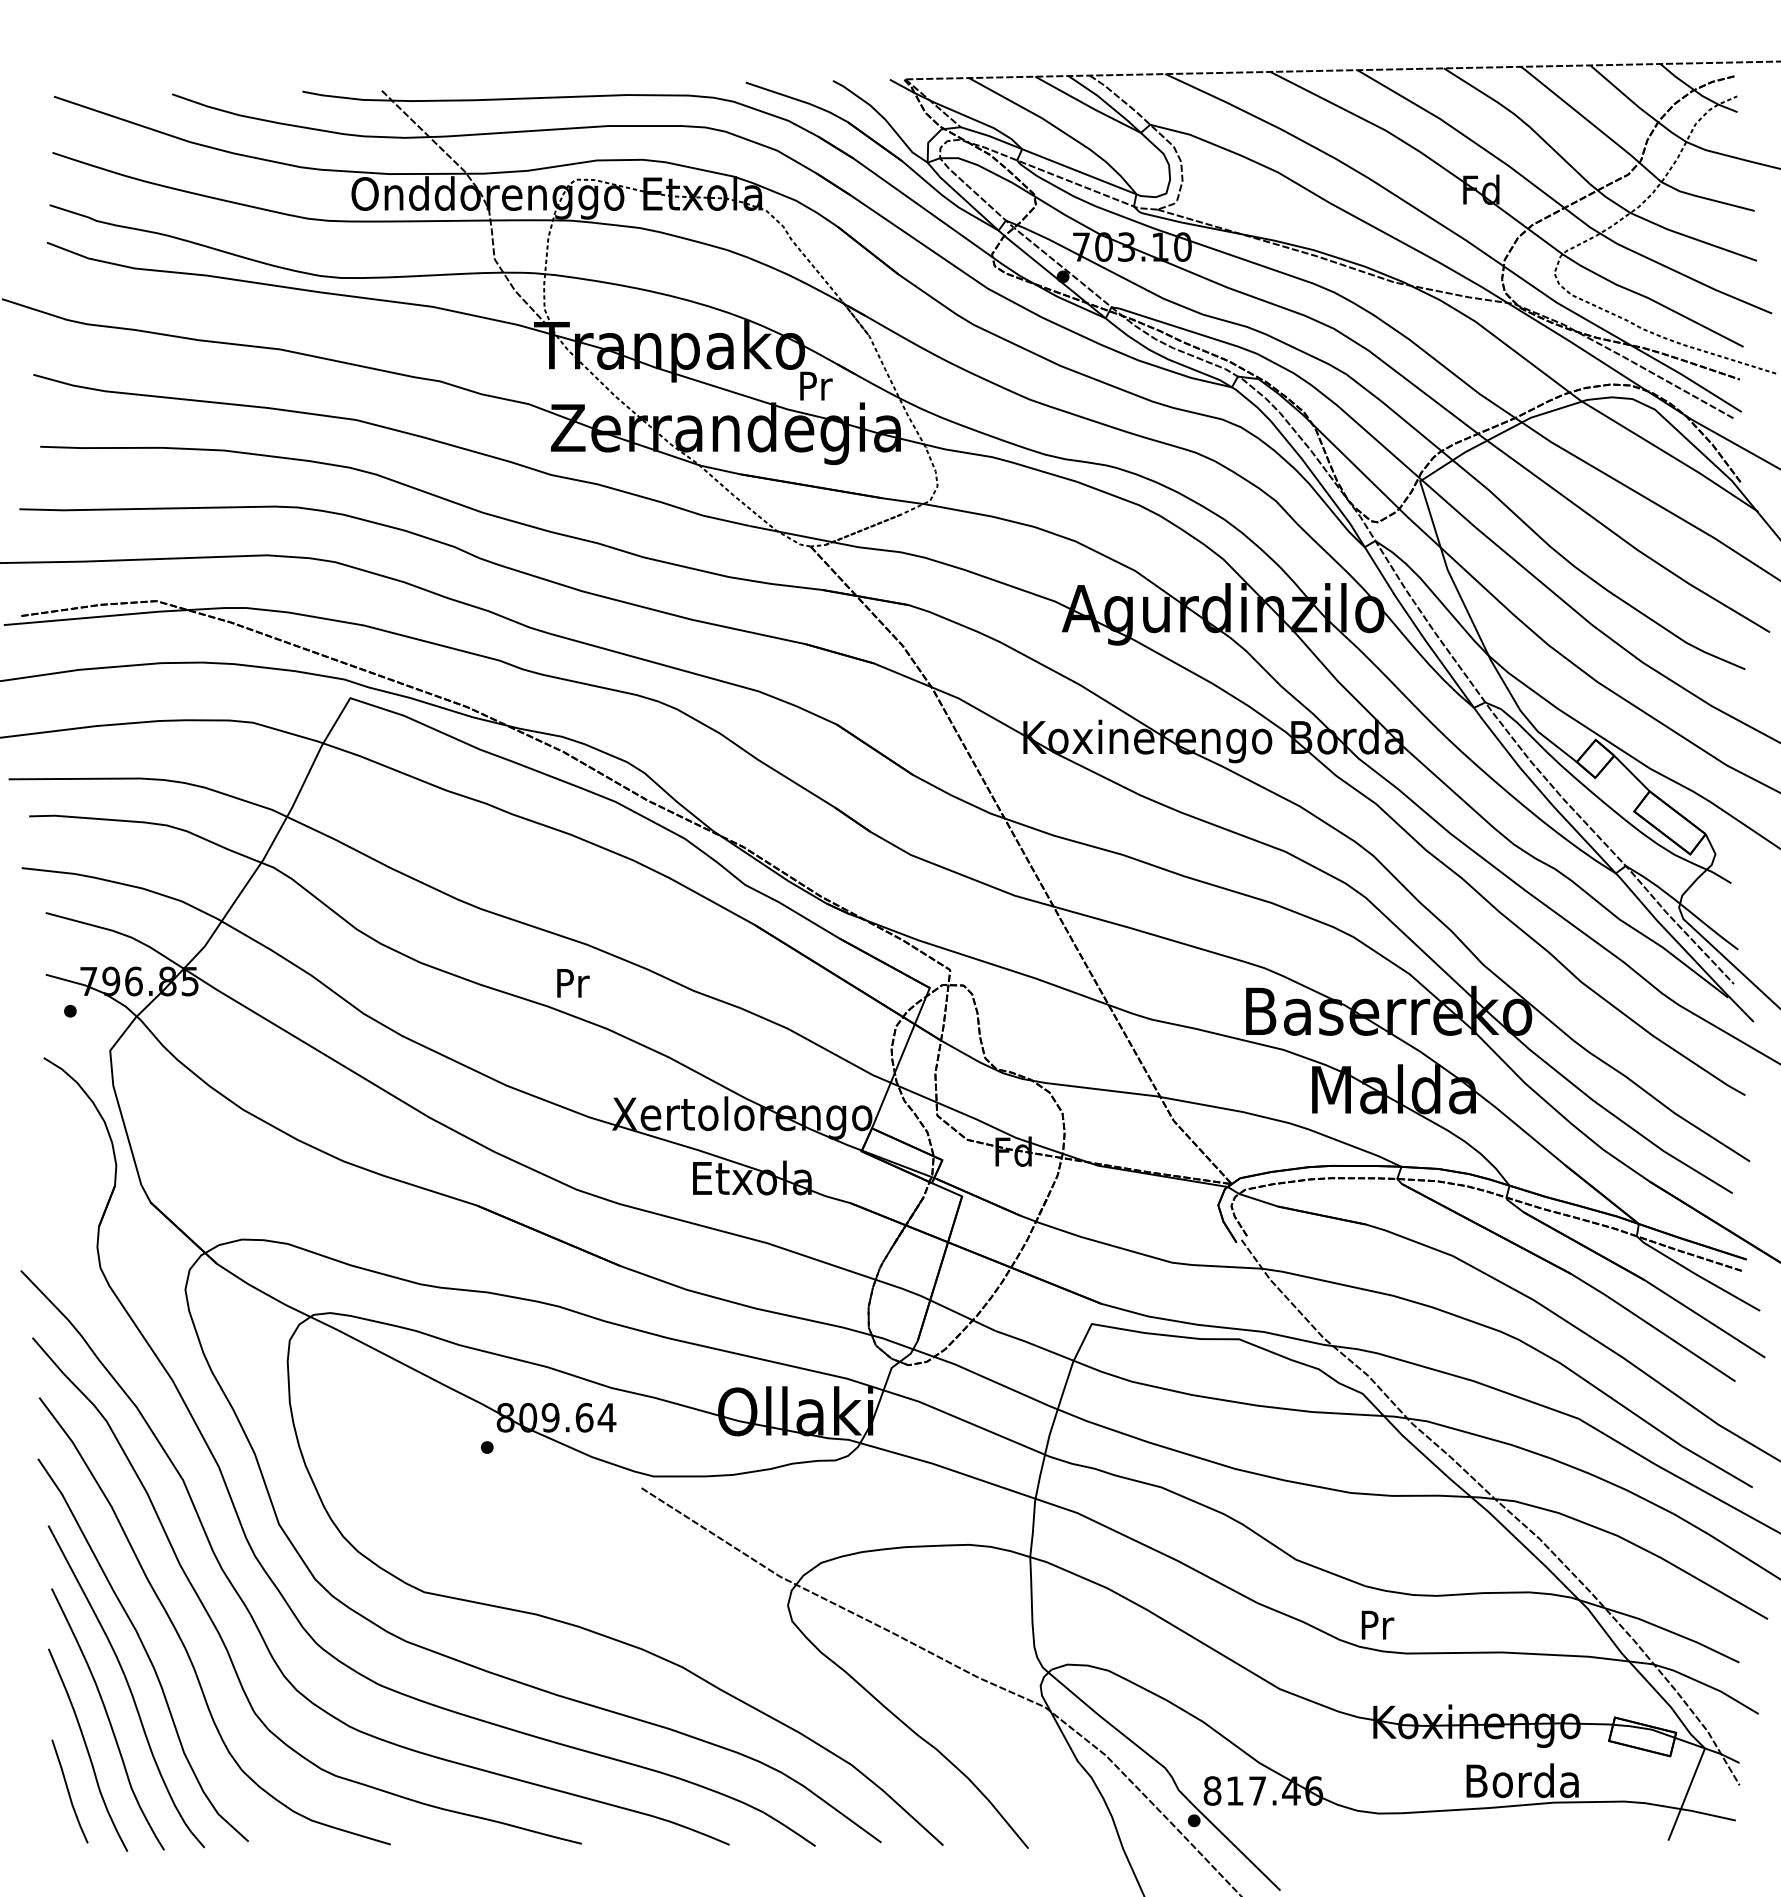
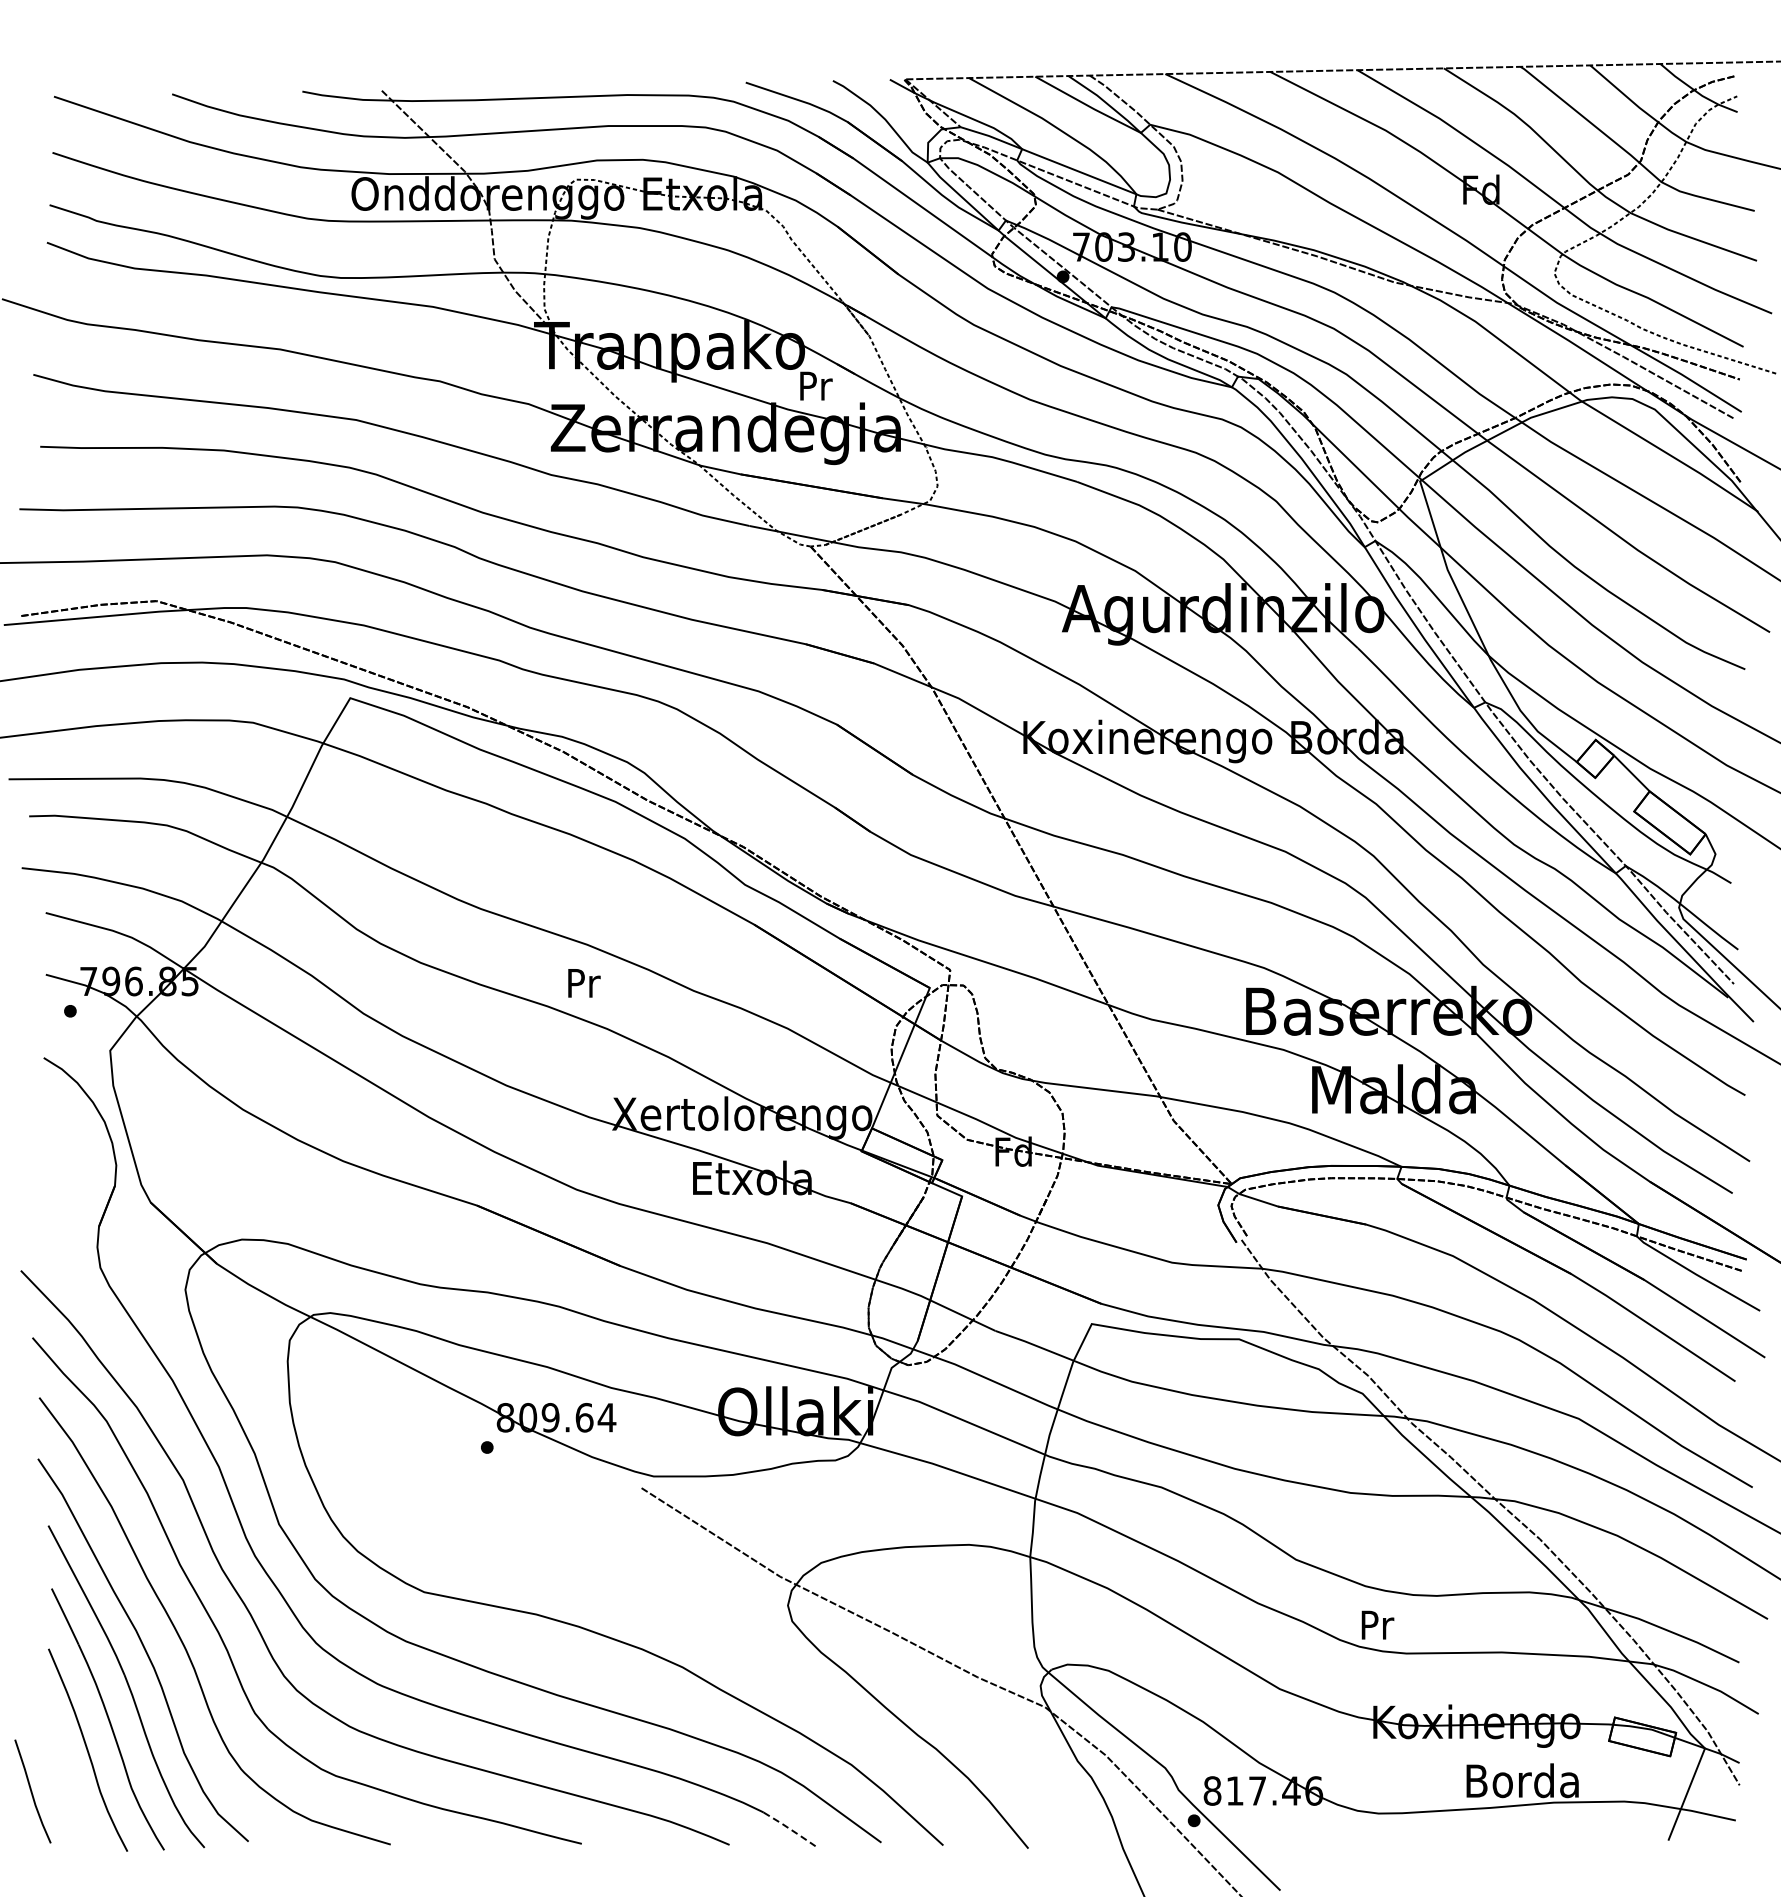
text at (573, 983) position: (573, 983) -> (584, 983)
curve at (69, 1791) position: (69, 1791) -> (32, 1791)
line at (790, 1829): solid -> dashed
